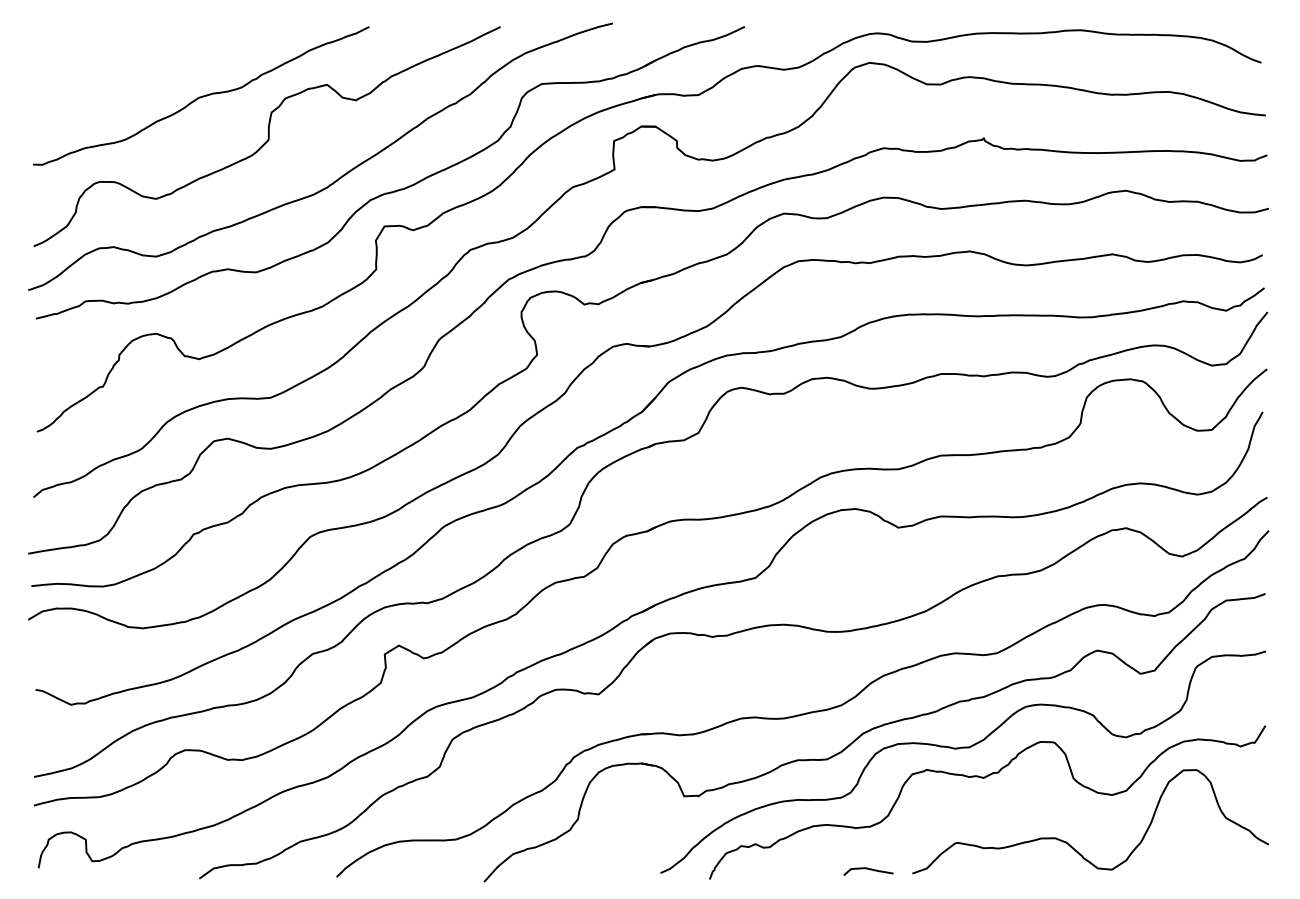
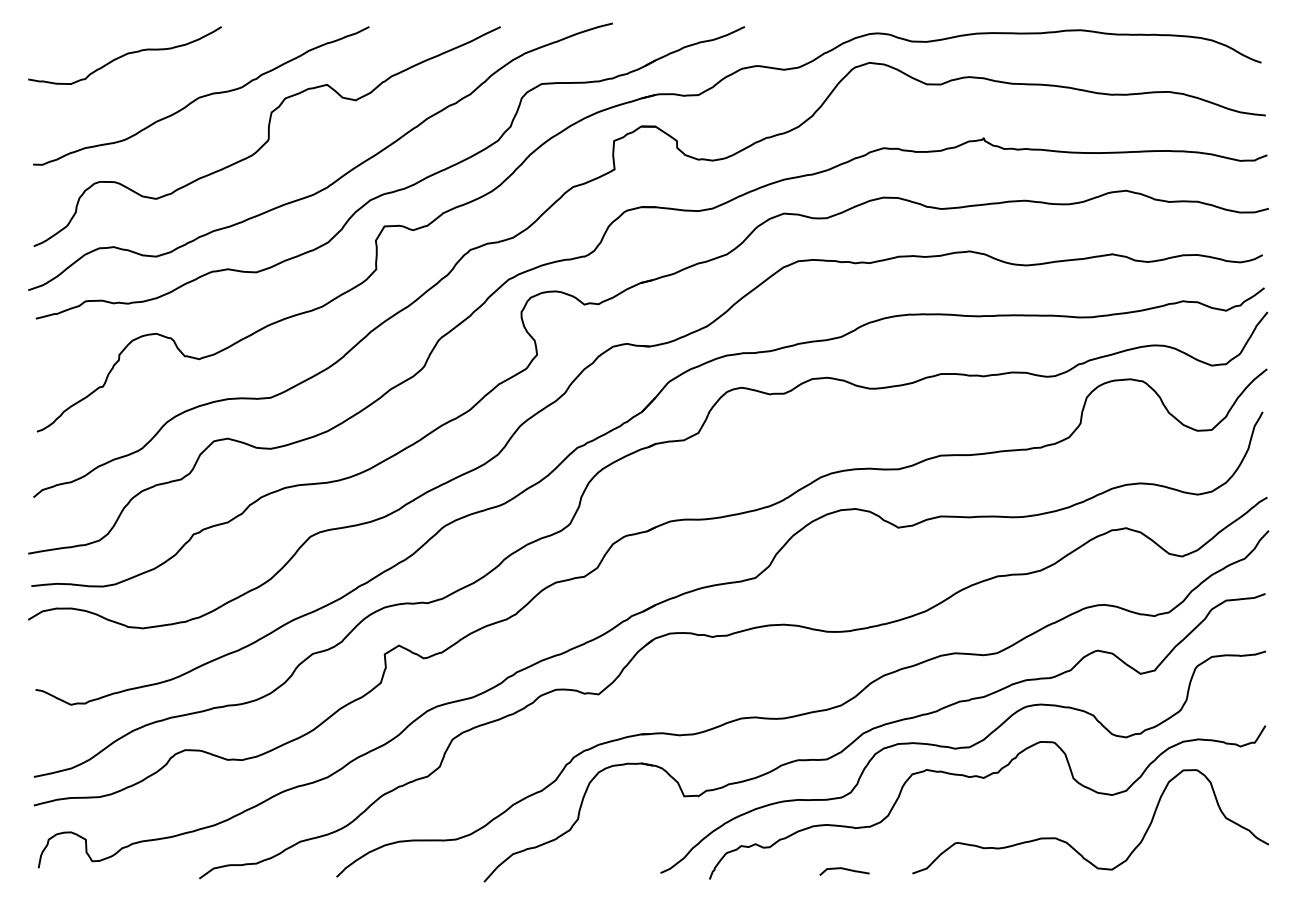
curve at (124, 55): none -> present
curve at (868, 869) position: (868, 869) -> (844, 869)
